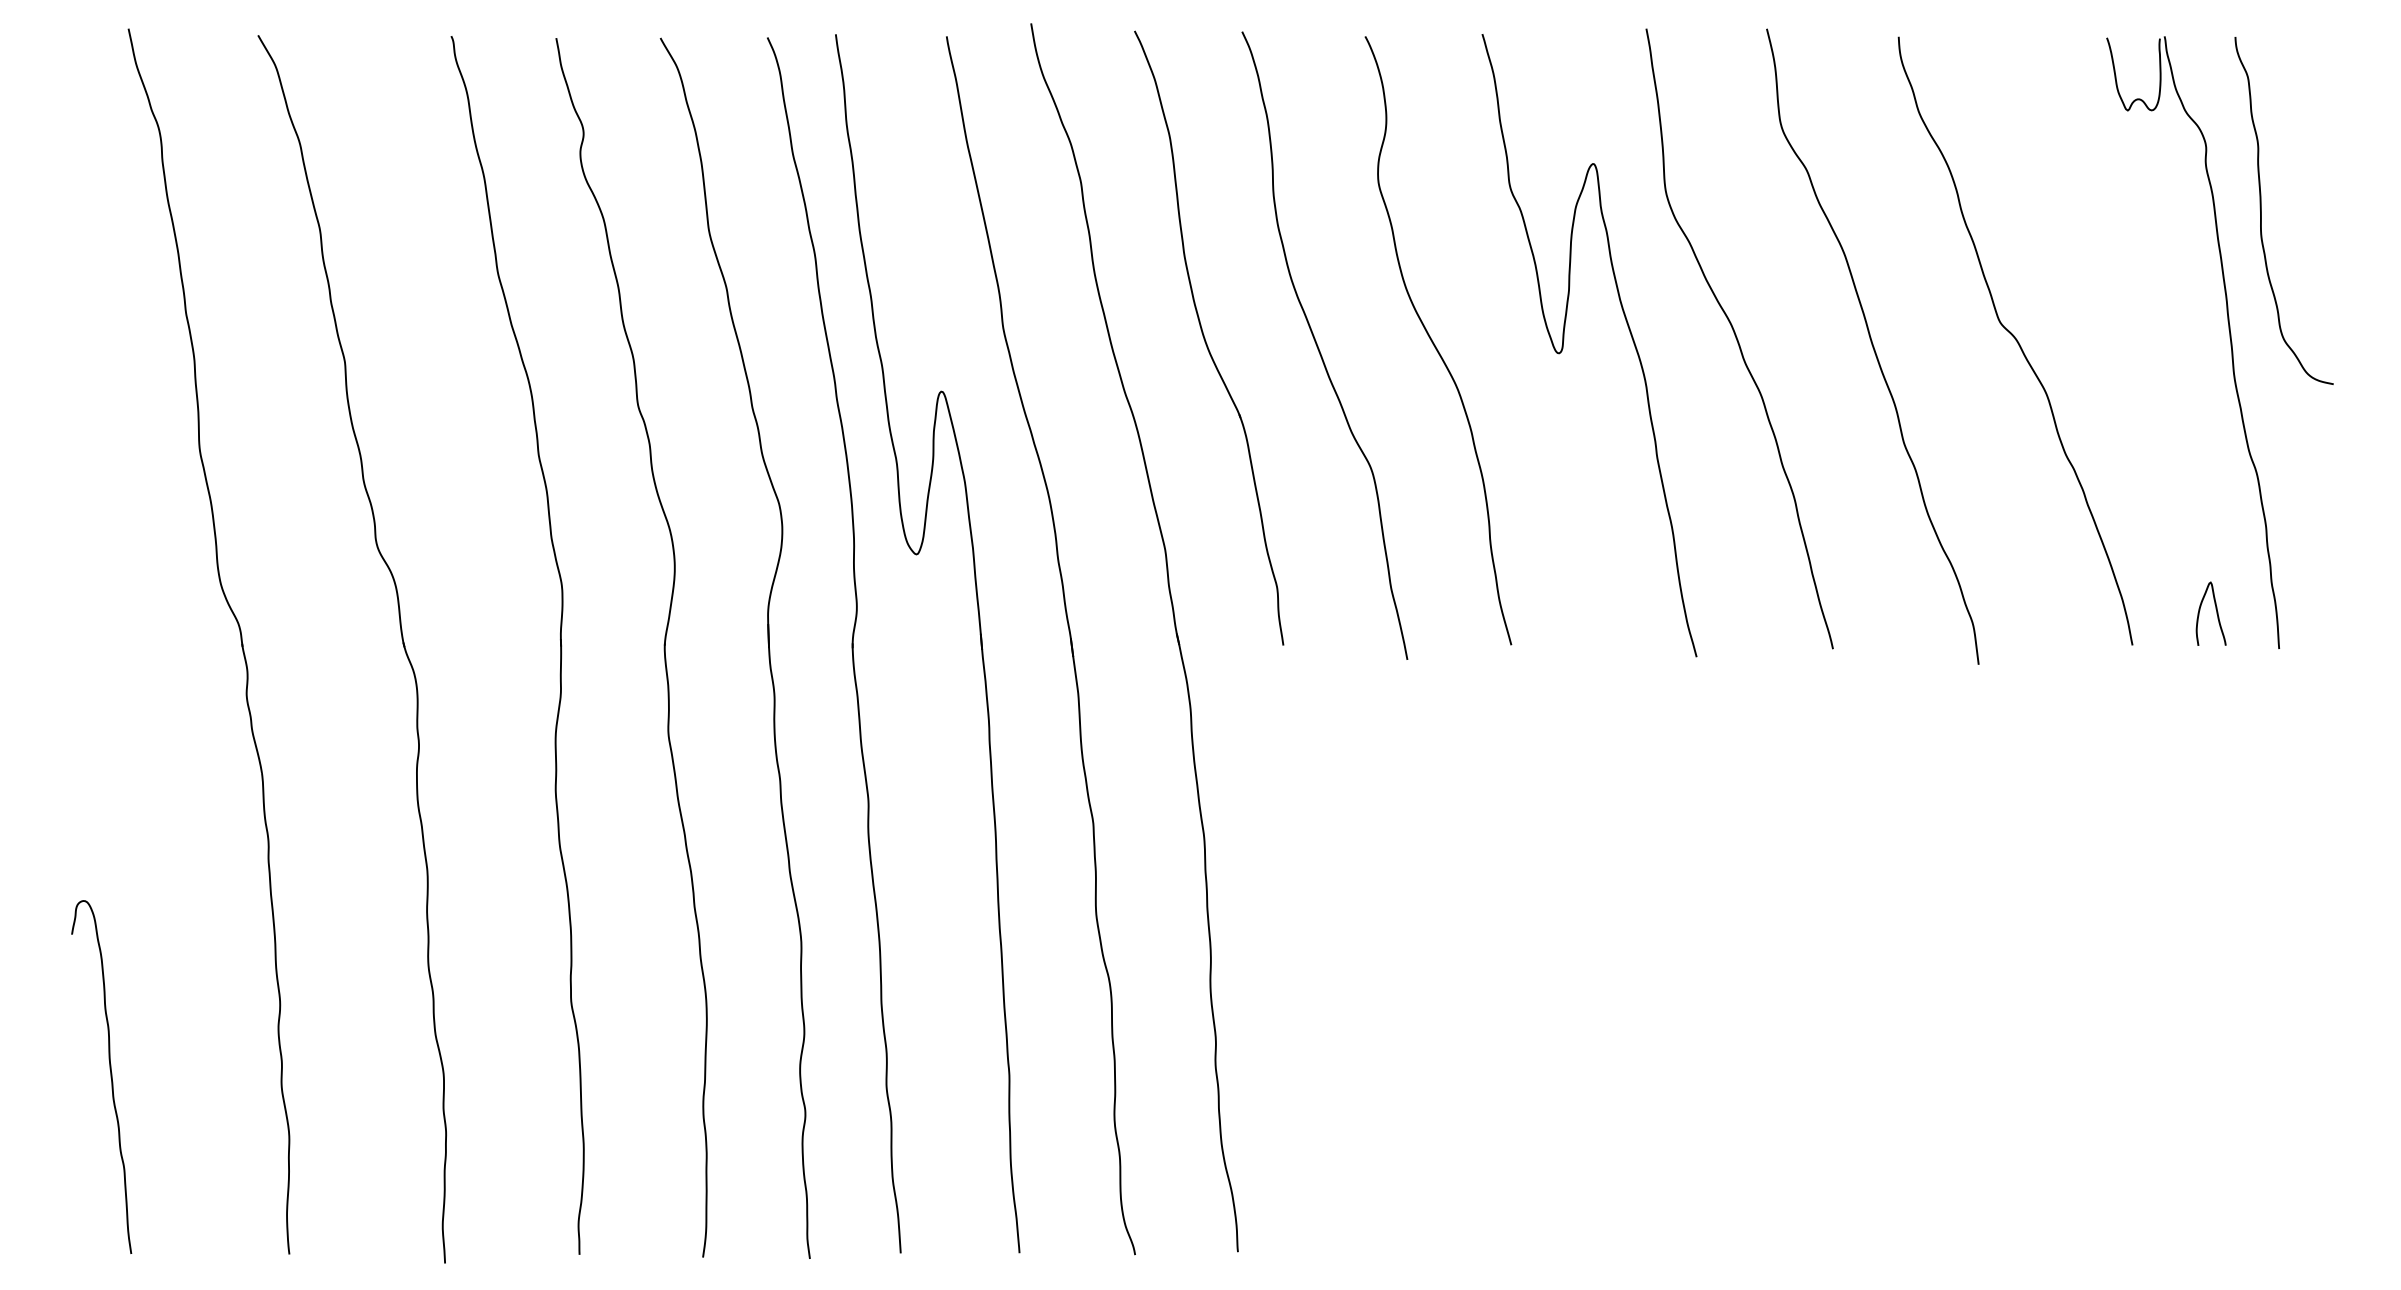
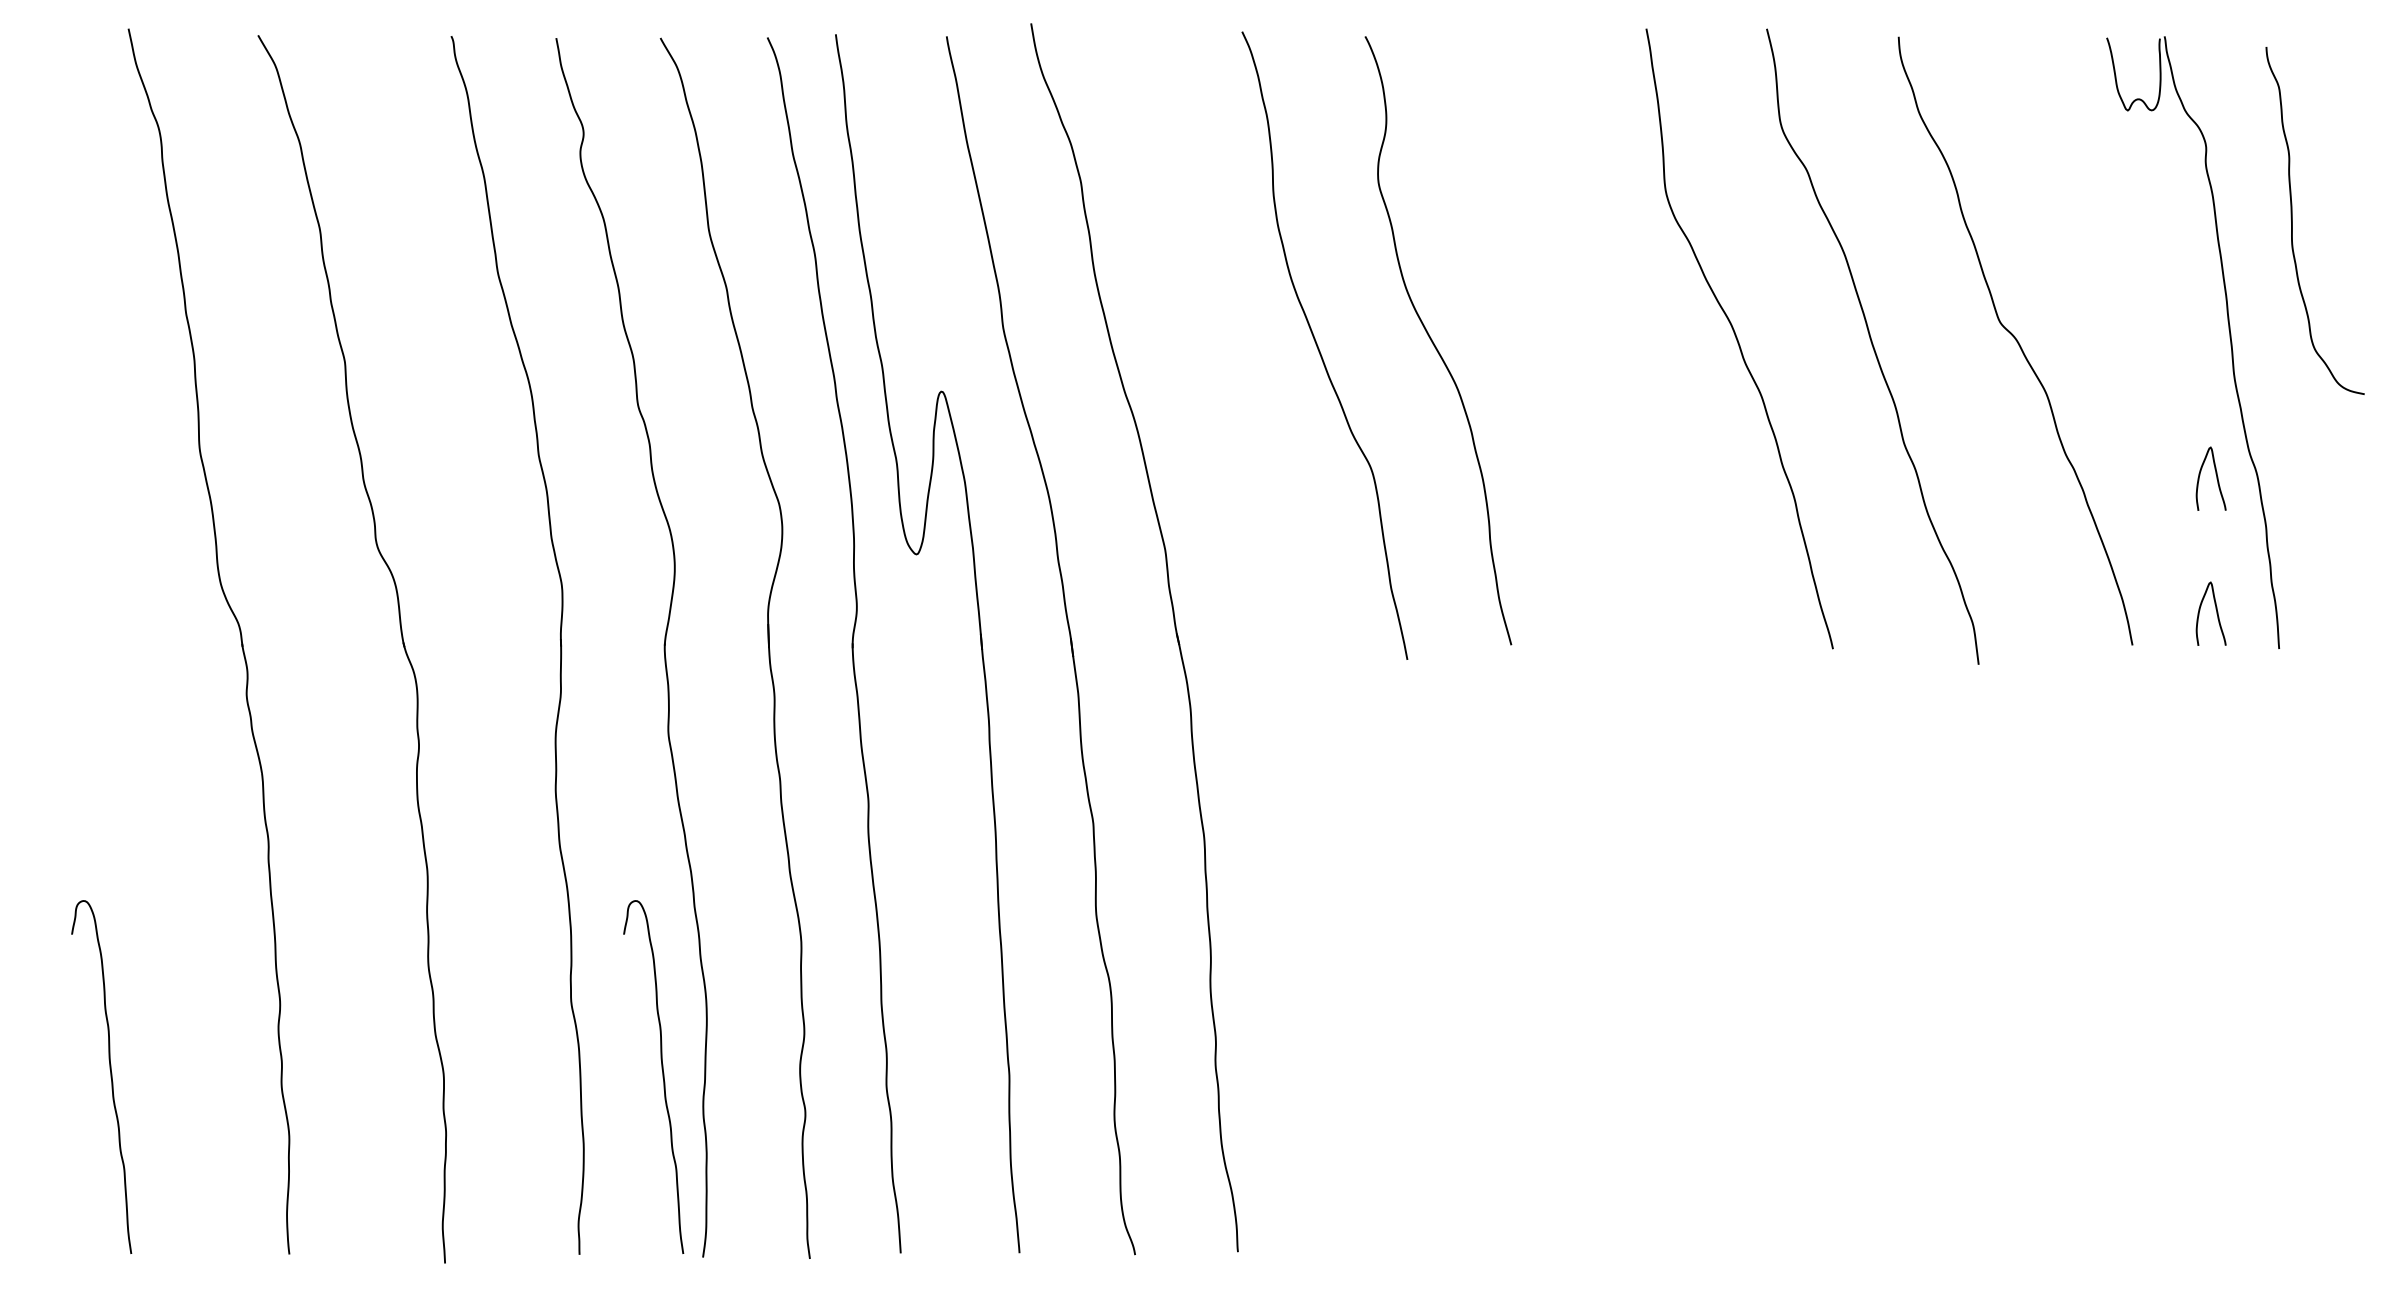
curve at (2261, 210) position: (2261, 210) -> (2292, 220)
part at (1209, 337): present -> none
curve at (1564, 340): present -> none
curve at (2216, 478): none -> present
curve at (662, 1076): none -> present
